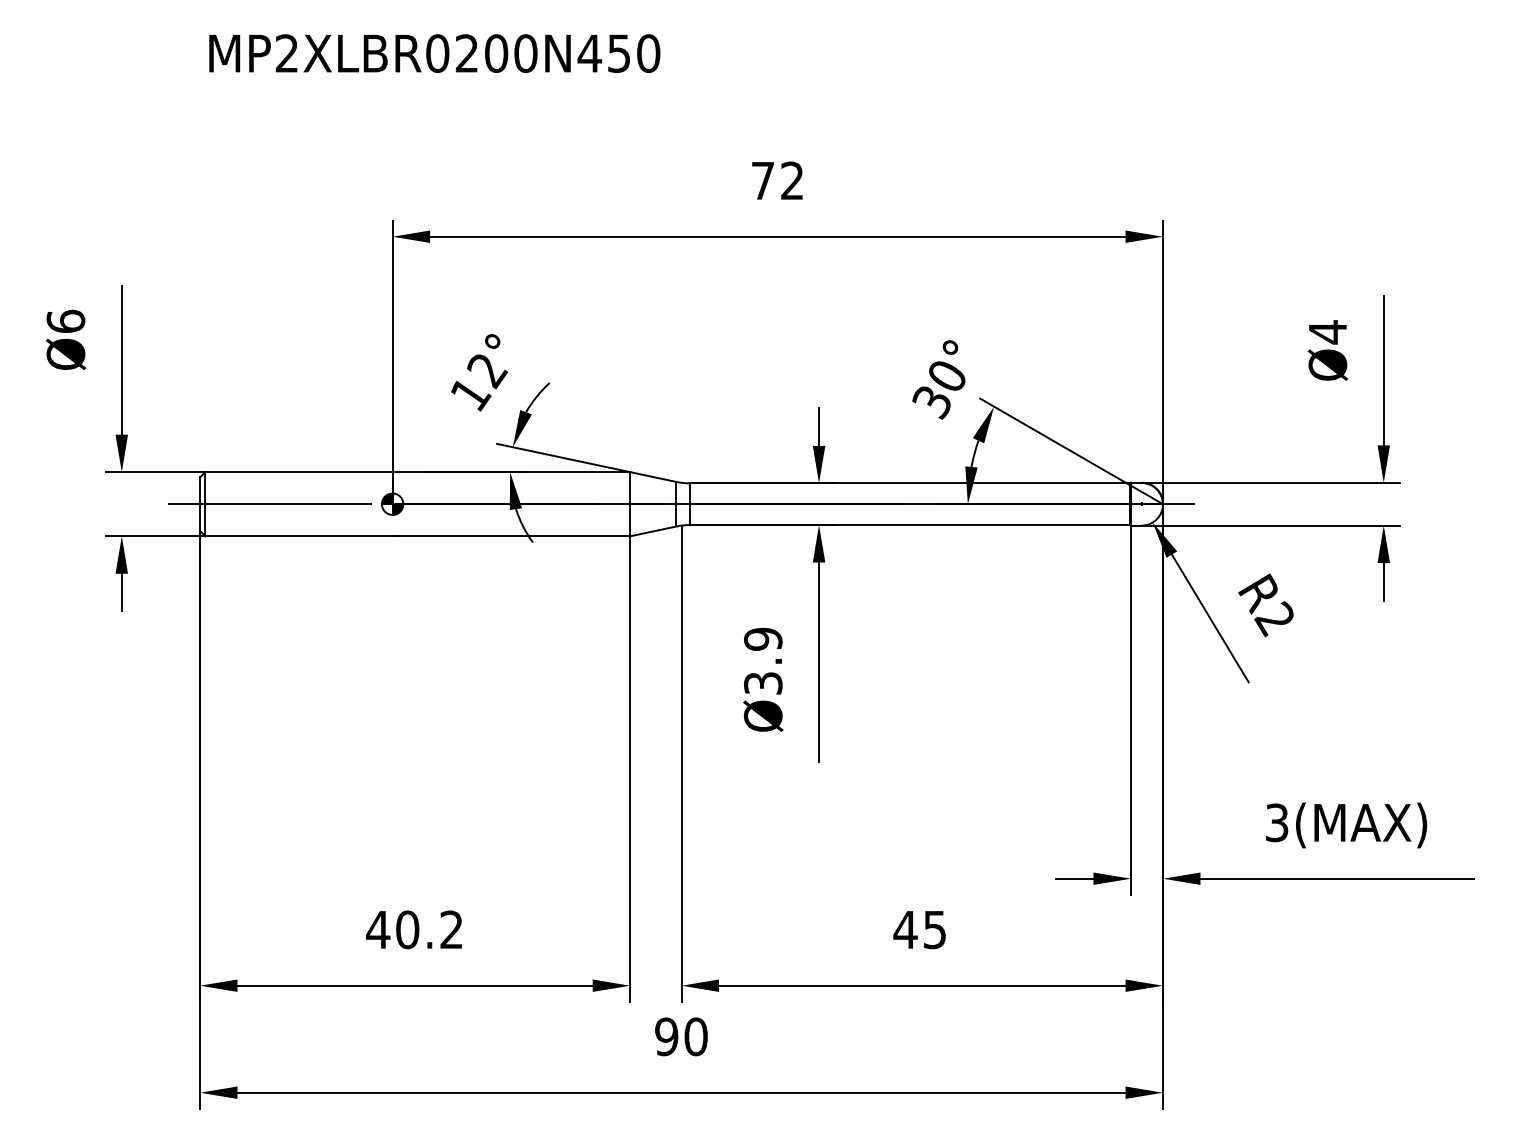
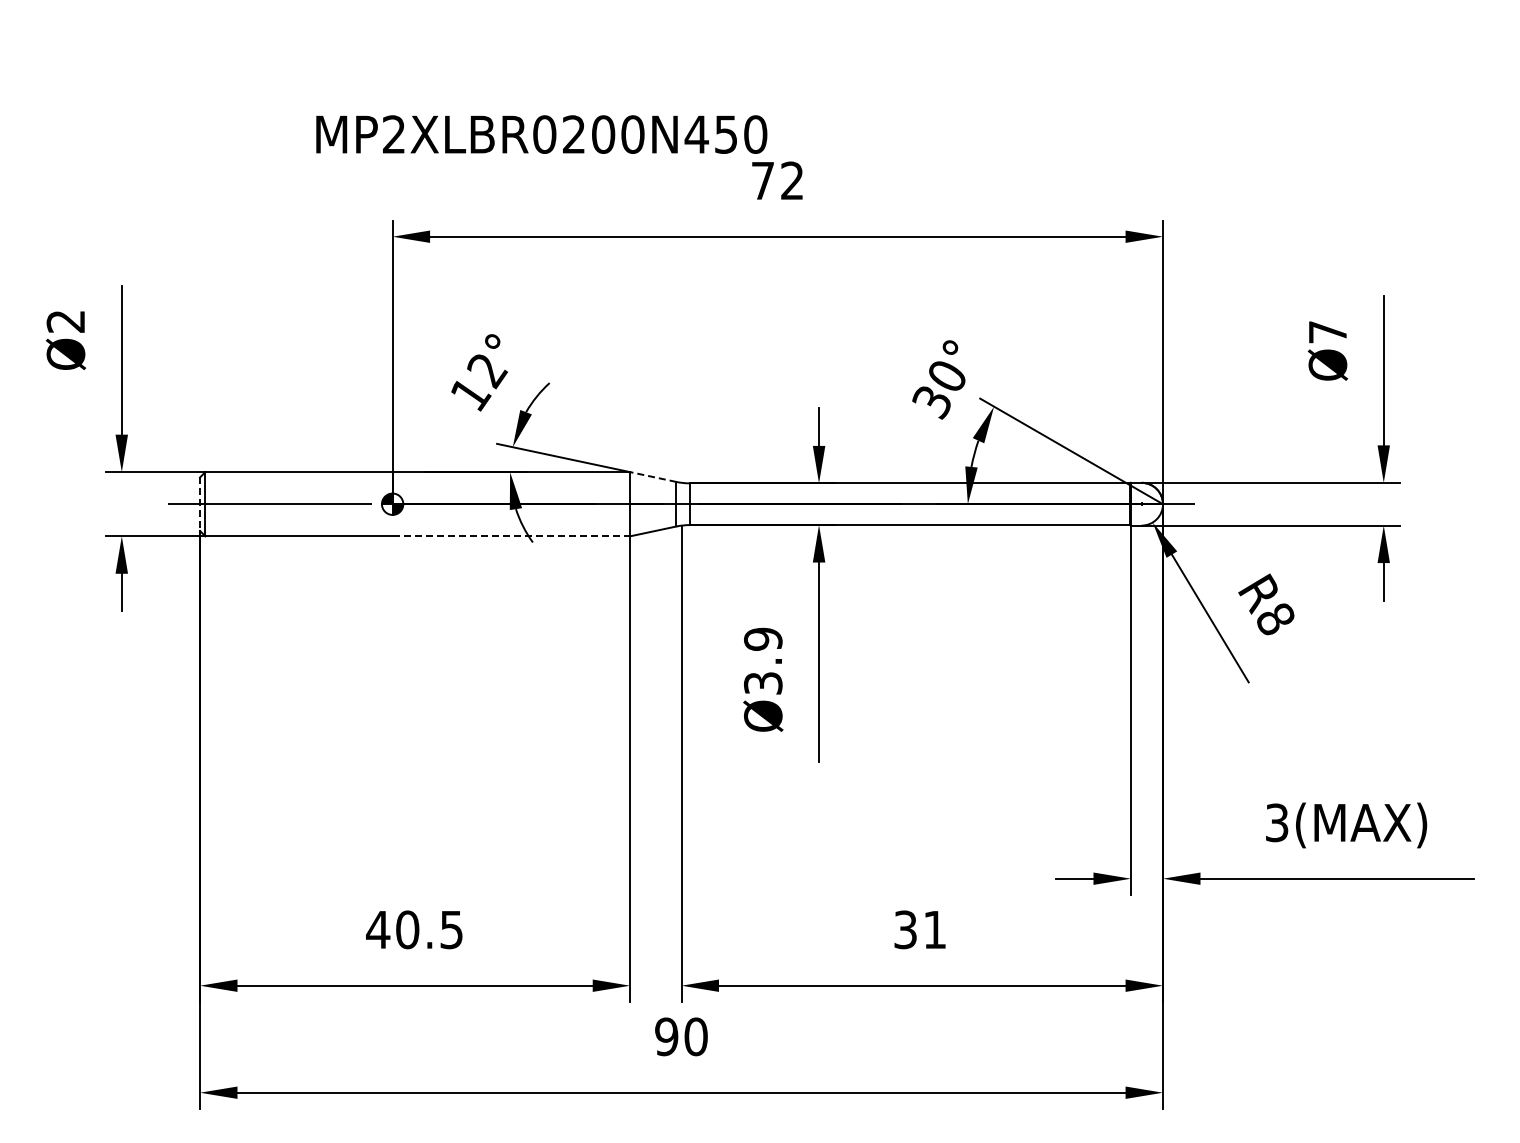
text at (434, 53) position: (434, 53) -> (541, 134)
text at (65, 320): Ø6 -> Ø2
text at (1327, 332): Ø4 -> Ø7
line at (653, 477): solid -> dashed
line at (200, 504): solid -> dashed
line at (511, 536): solid -> dashed
text at (1274, 619): R2 -> R8
text at (451, 929): 40.2 -> 40.5
text at (919, 929): 45 -> 31
